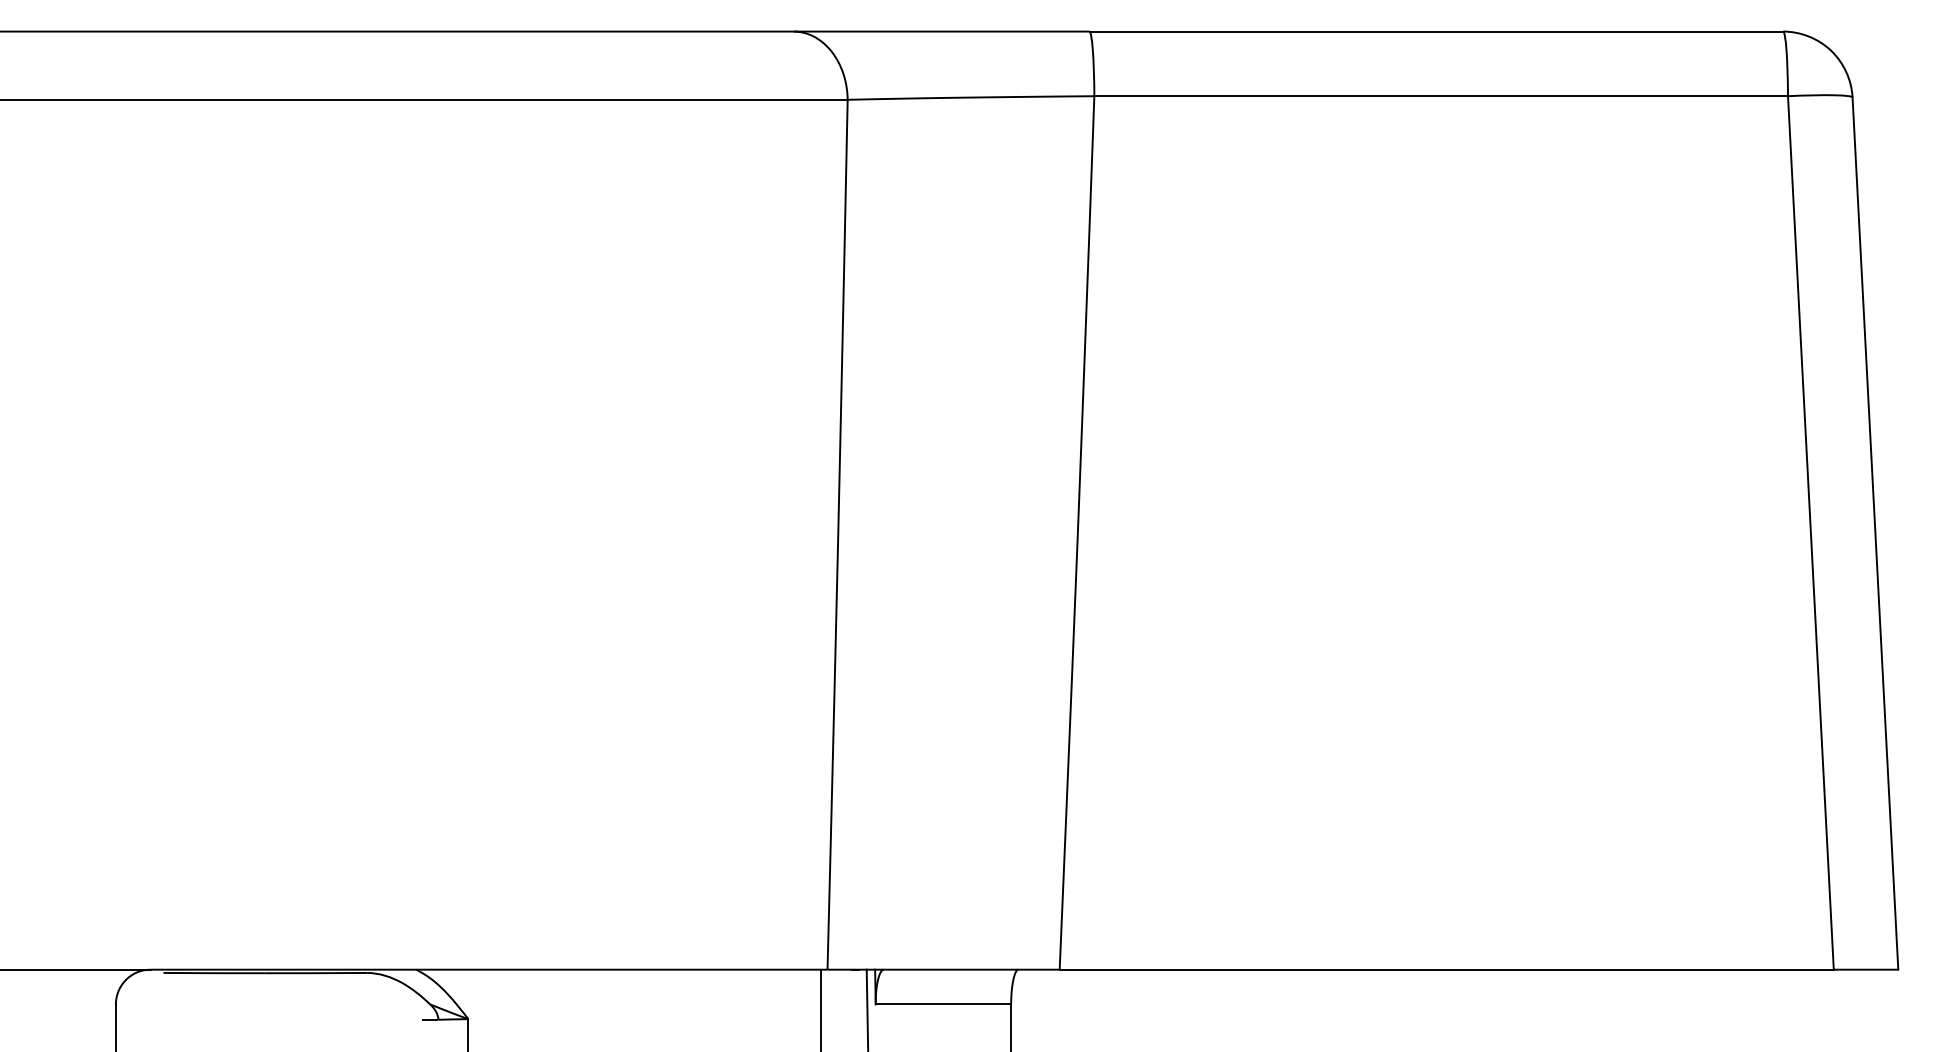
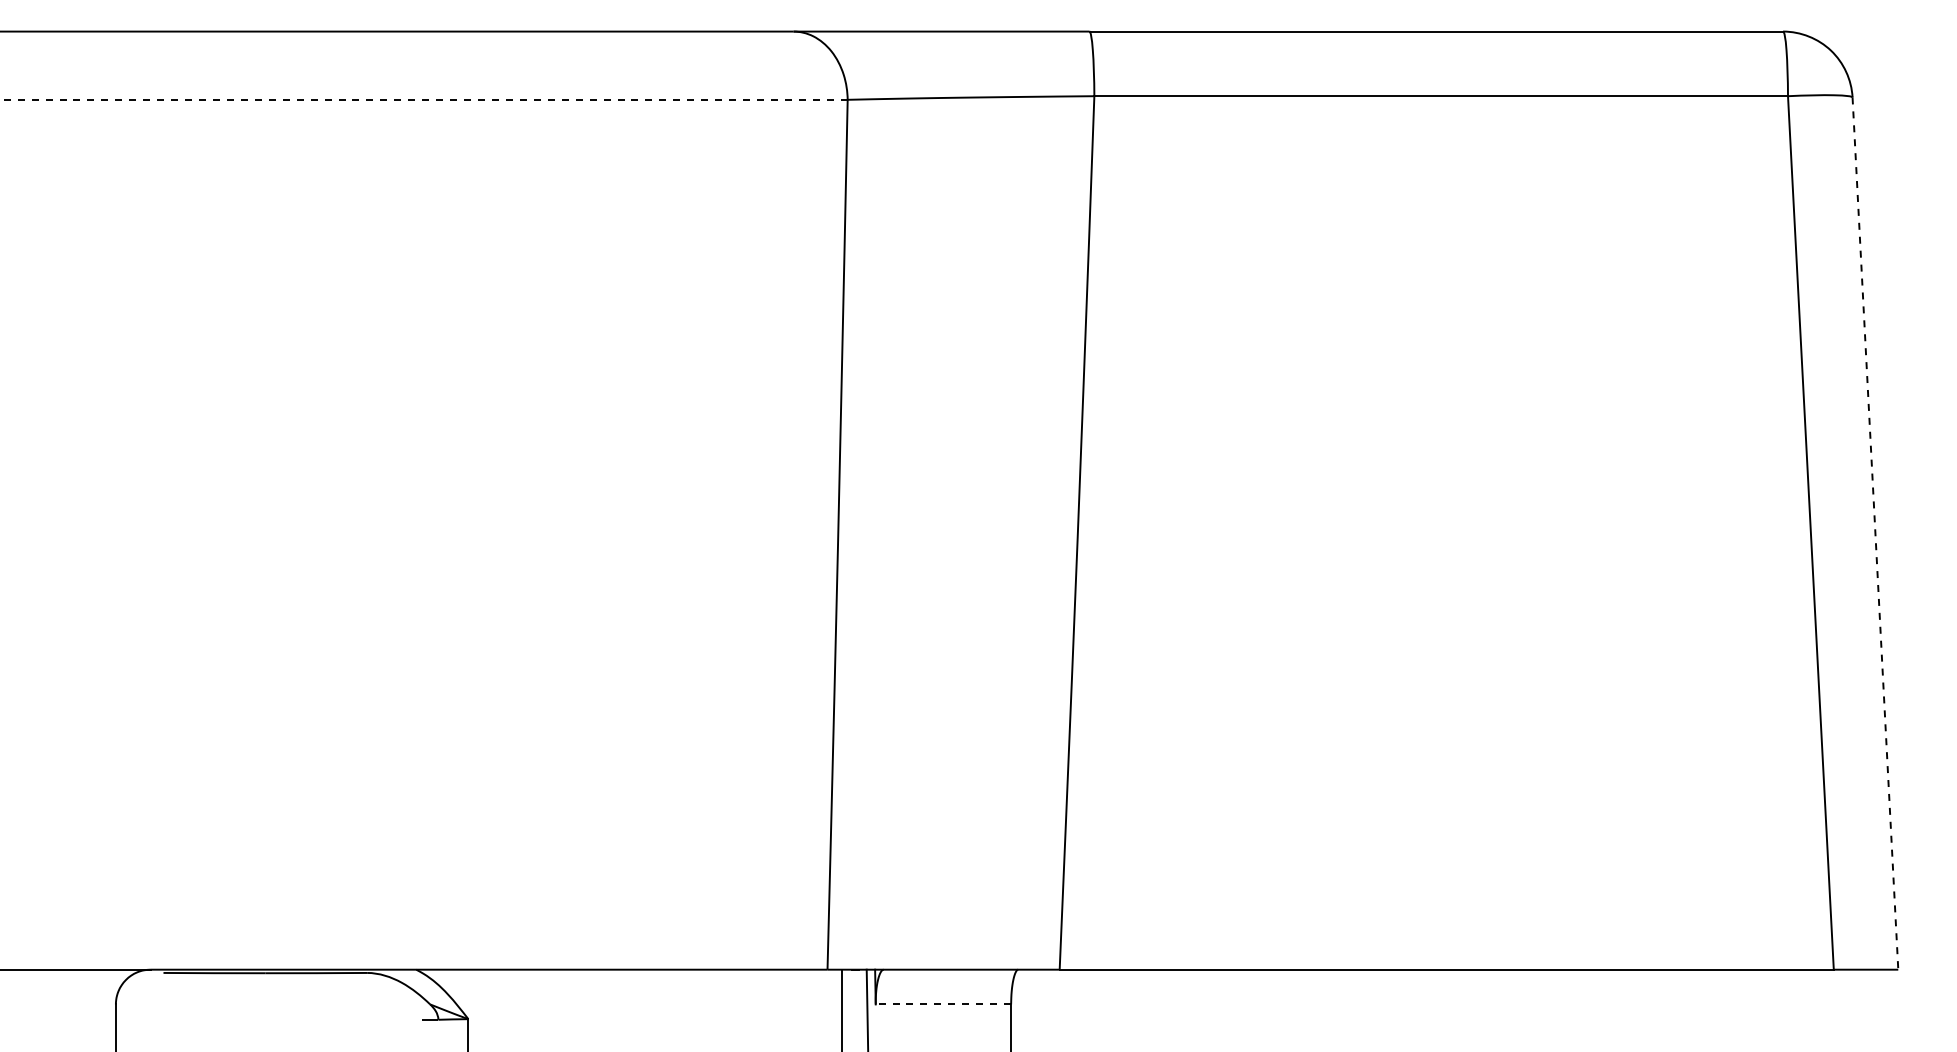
line at (423, 99): solid -> dashed
line at (1875, 533): solid -> dashed
line at (943, 1004): solid -> dashed
line at (821, 1008) position: (821, 1008) -> (842, 1008)
